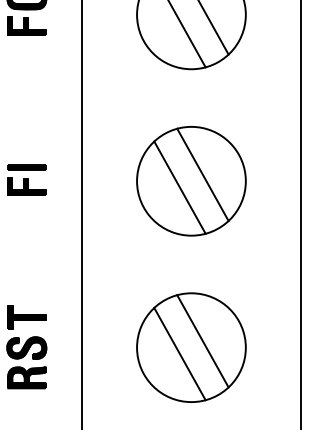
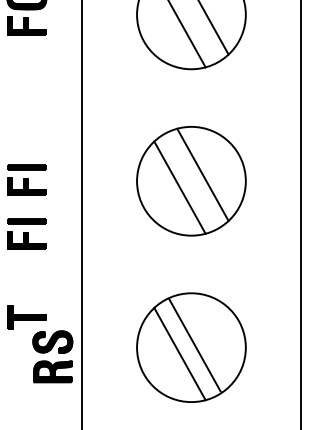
part at (26, 233): none -> present
line at (202, 341) position: (202, 341) -> (194, 345)
part at (26, 362) position: (26, 362) -> (52, 356)
